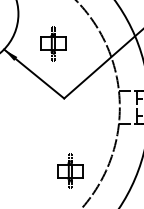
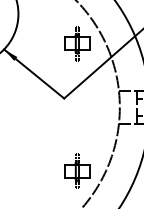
part at (53, 43) position: (53, 43) -> (77, 43)
part at (70, 170) position: (70, 170) -> (77, 170)
